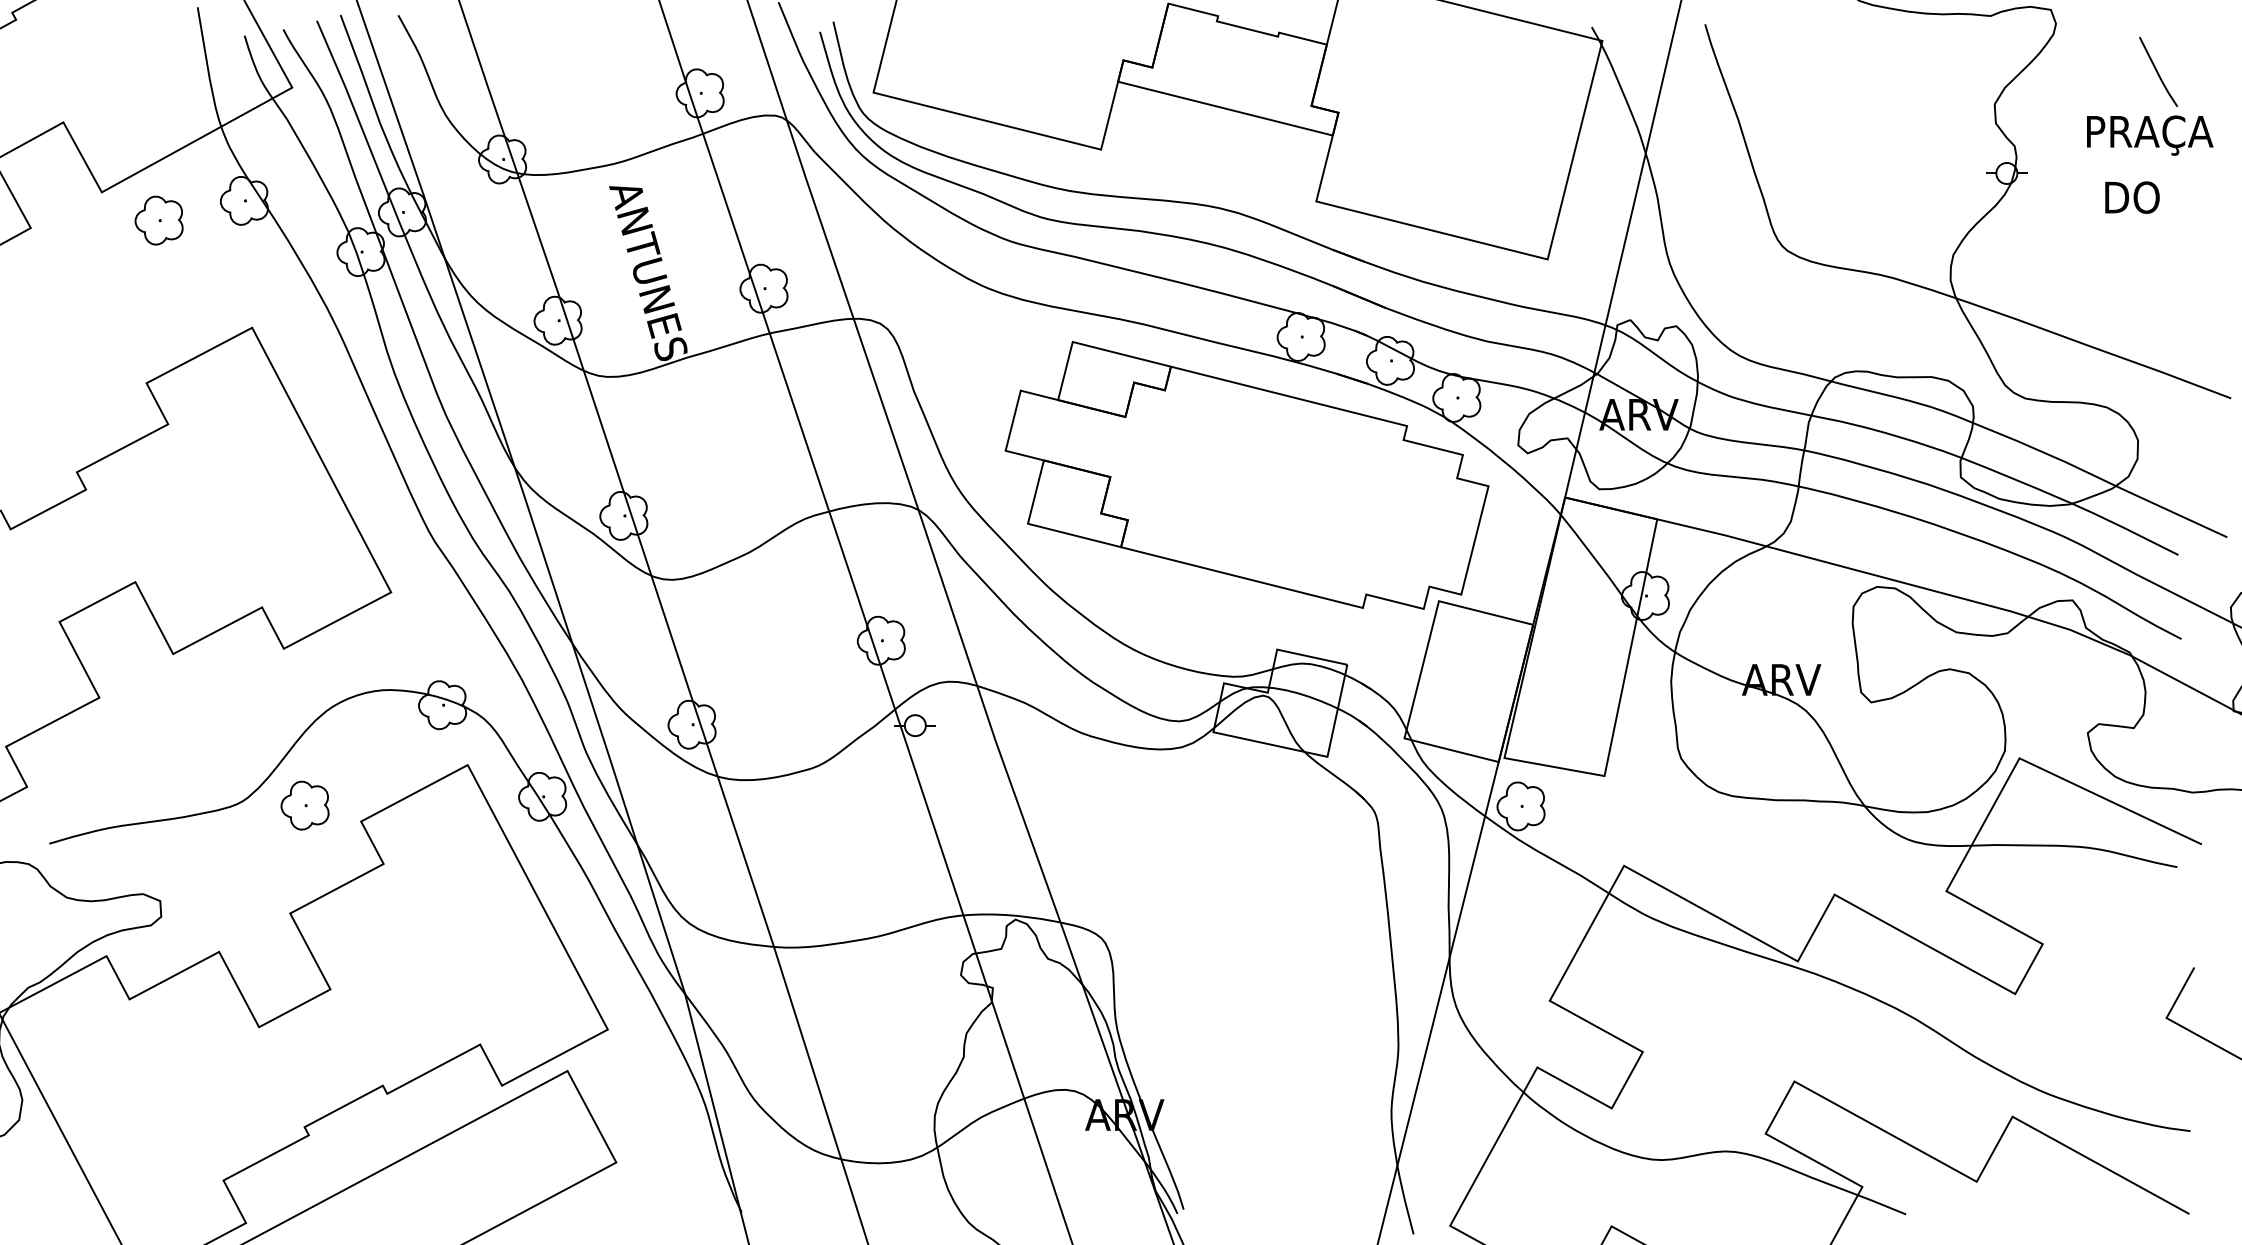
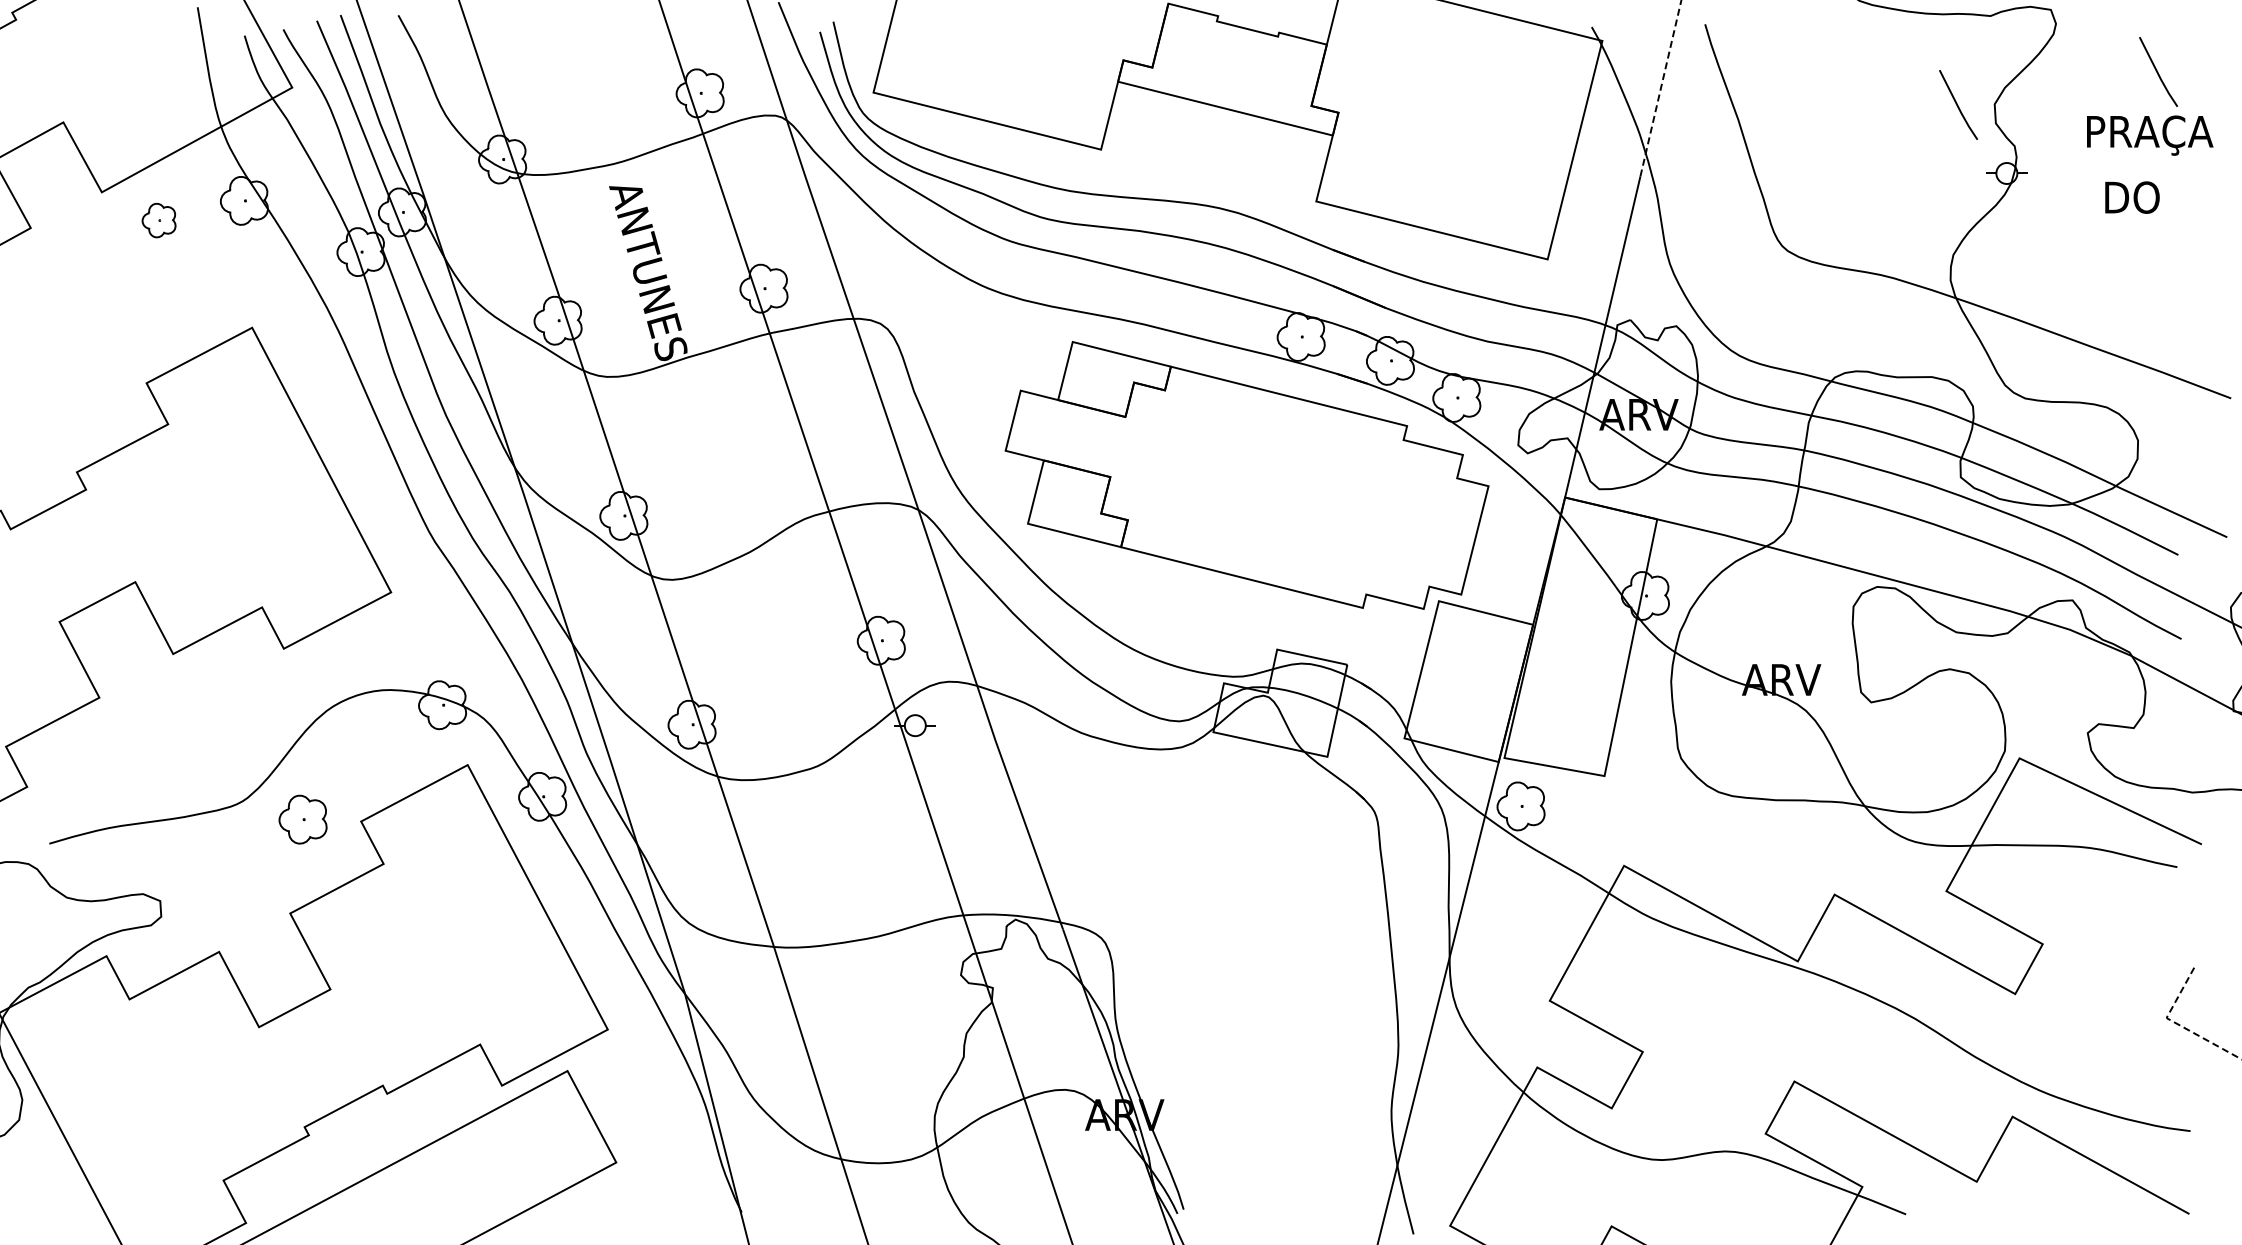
line at (1661, 87): solid -> dashed
line at (1957, 104): none -> present
part at (158, 220) size: 50x51 px -> 36x36 px
part at (304, 805) position: (304, 805) -> (302, 819)
line at (2177, 1024): solid -> dashed
